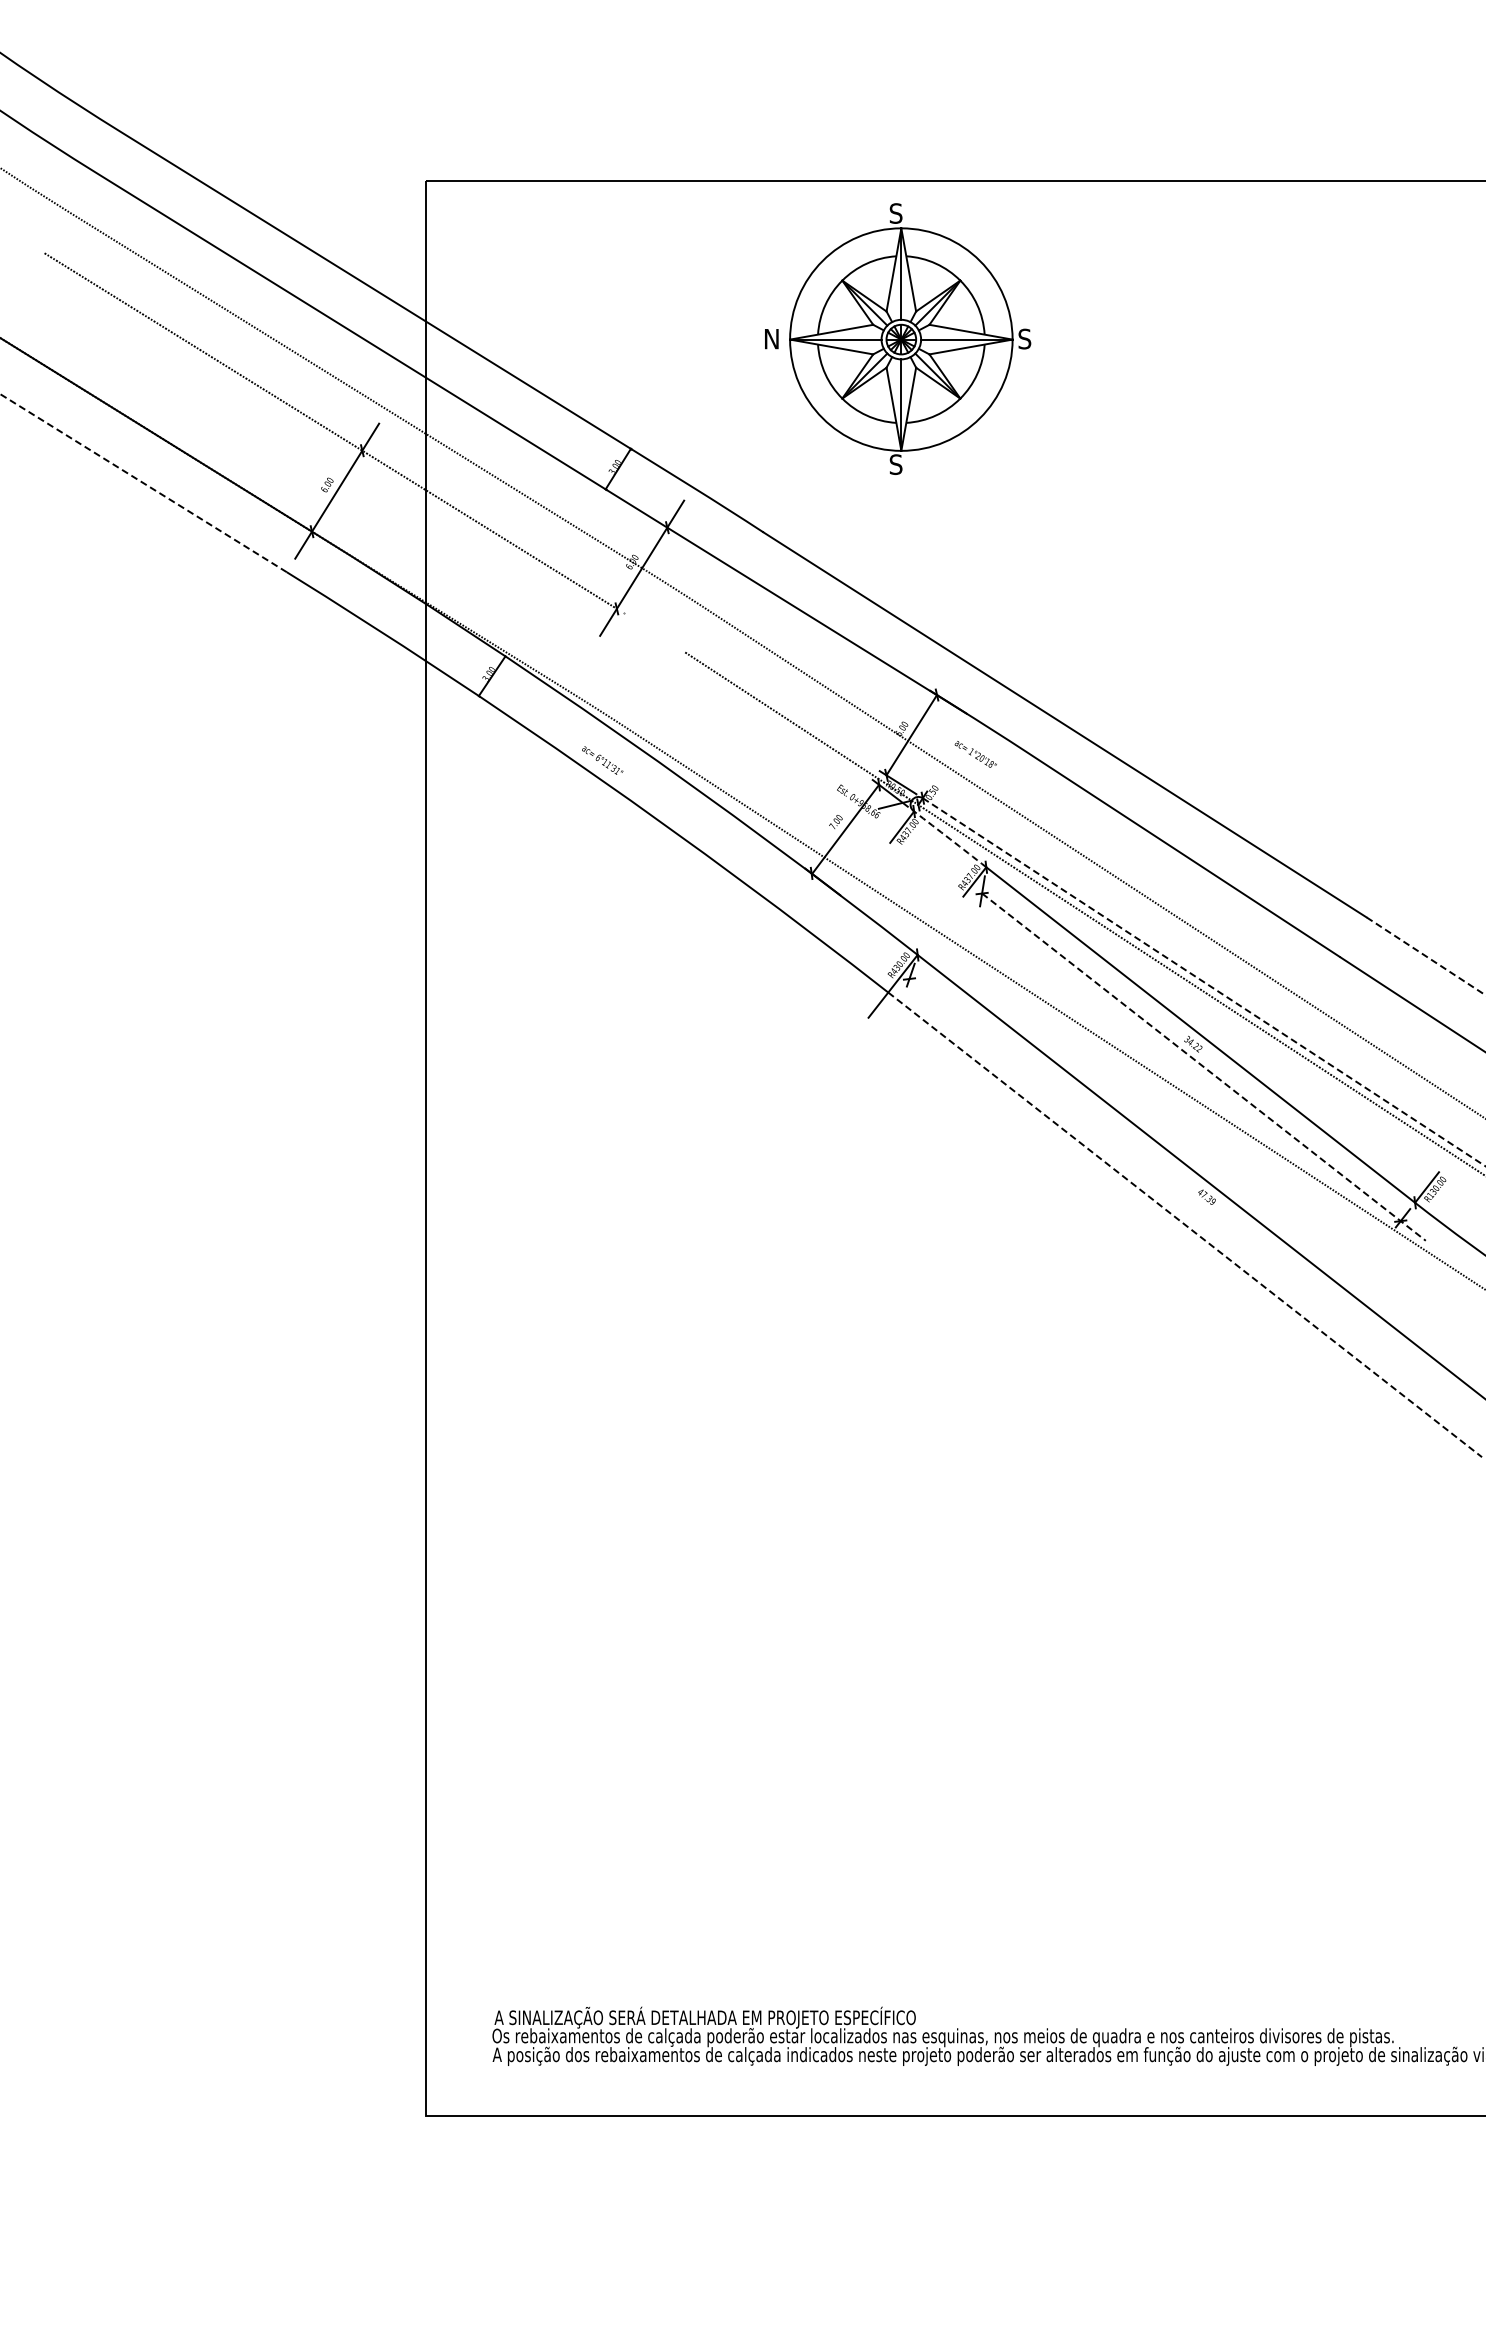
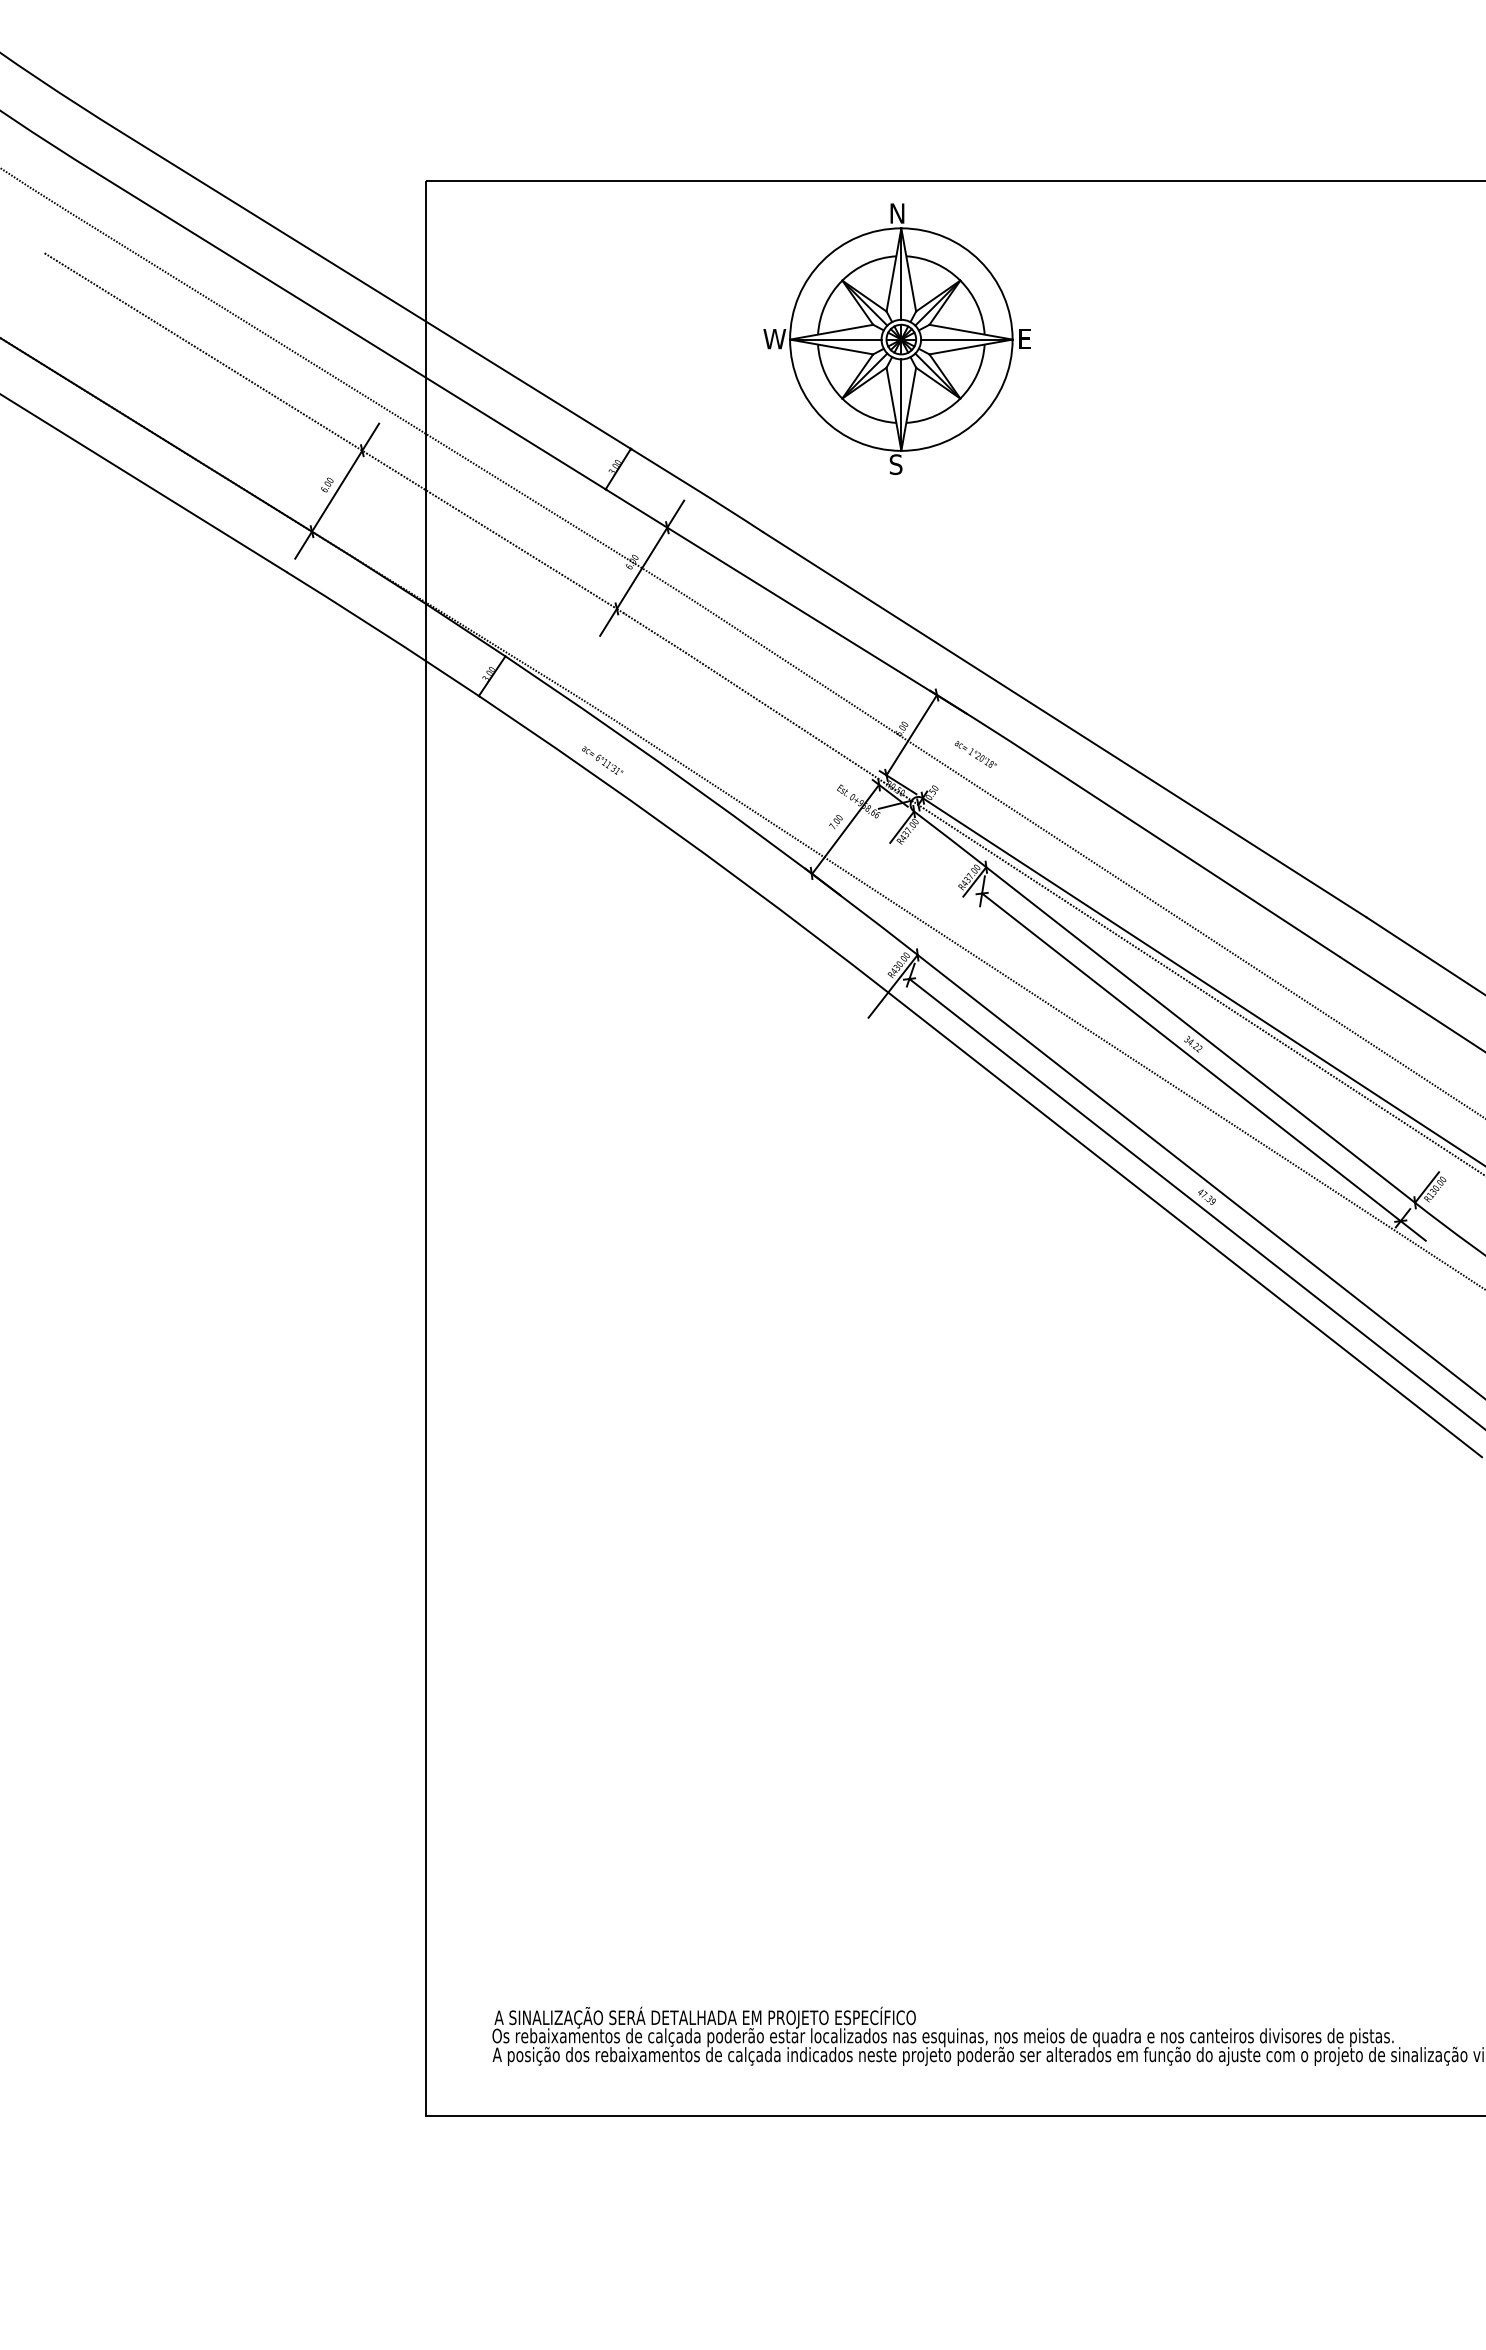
text at (896, 213): S -> N
text at (1024, 338): S -> E
text at (774, 339): N -> W
line at (143, 483): dashed -> solid
line at (650, 630): none -> present
arc at (950, 839): dashed -> solid
line at (1426, 956): dashed -> solid
line at (1204, 982): dashed -> solid
line at (1203, 1067): dashed -> solid
line at (1195, 1203): none -> present
line at (1185, 1224): dashed -> solid
